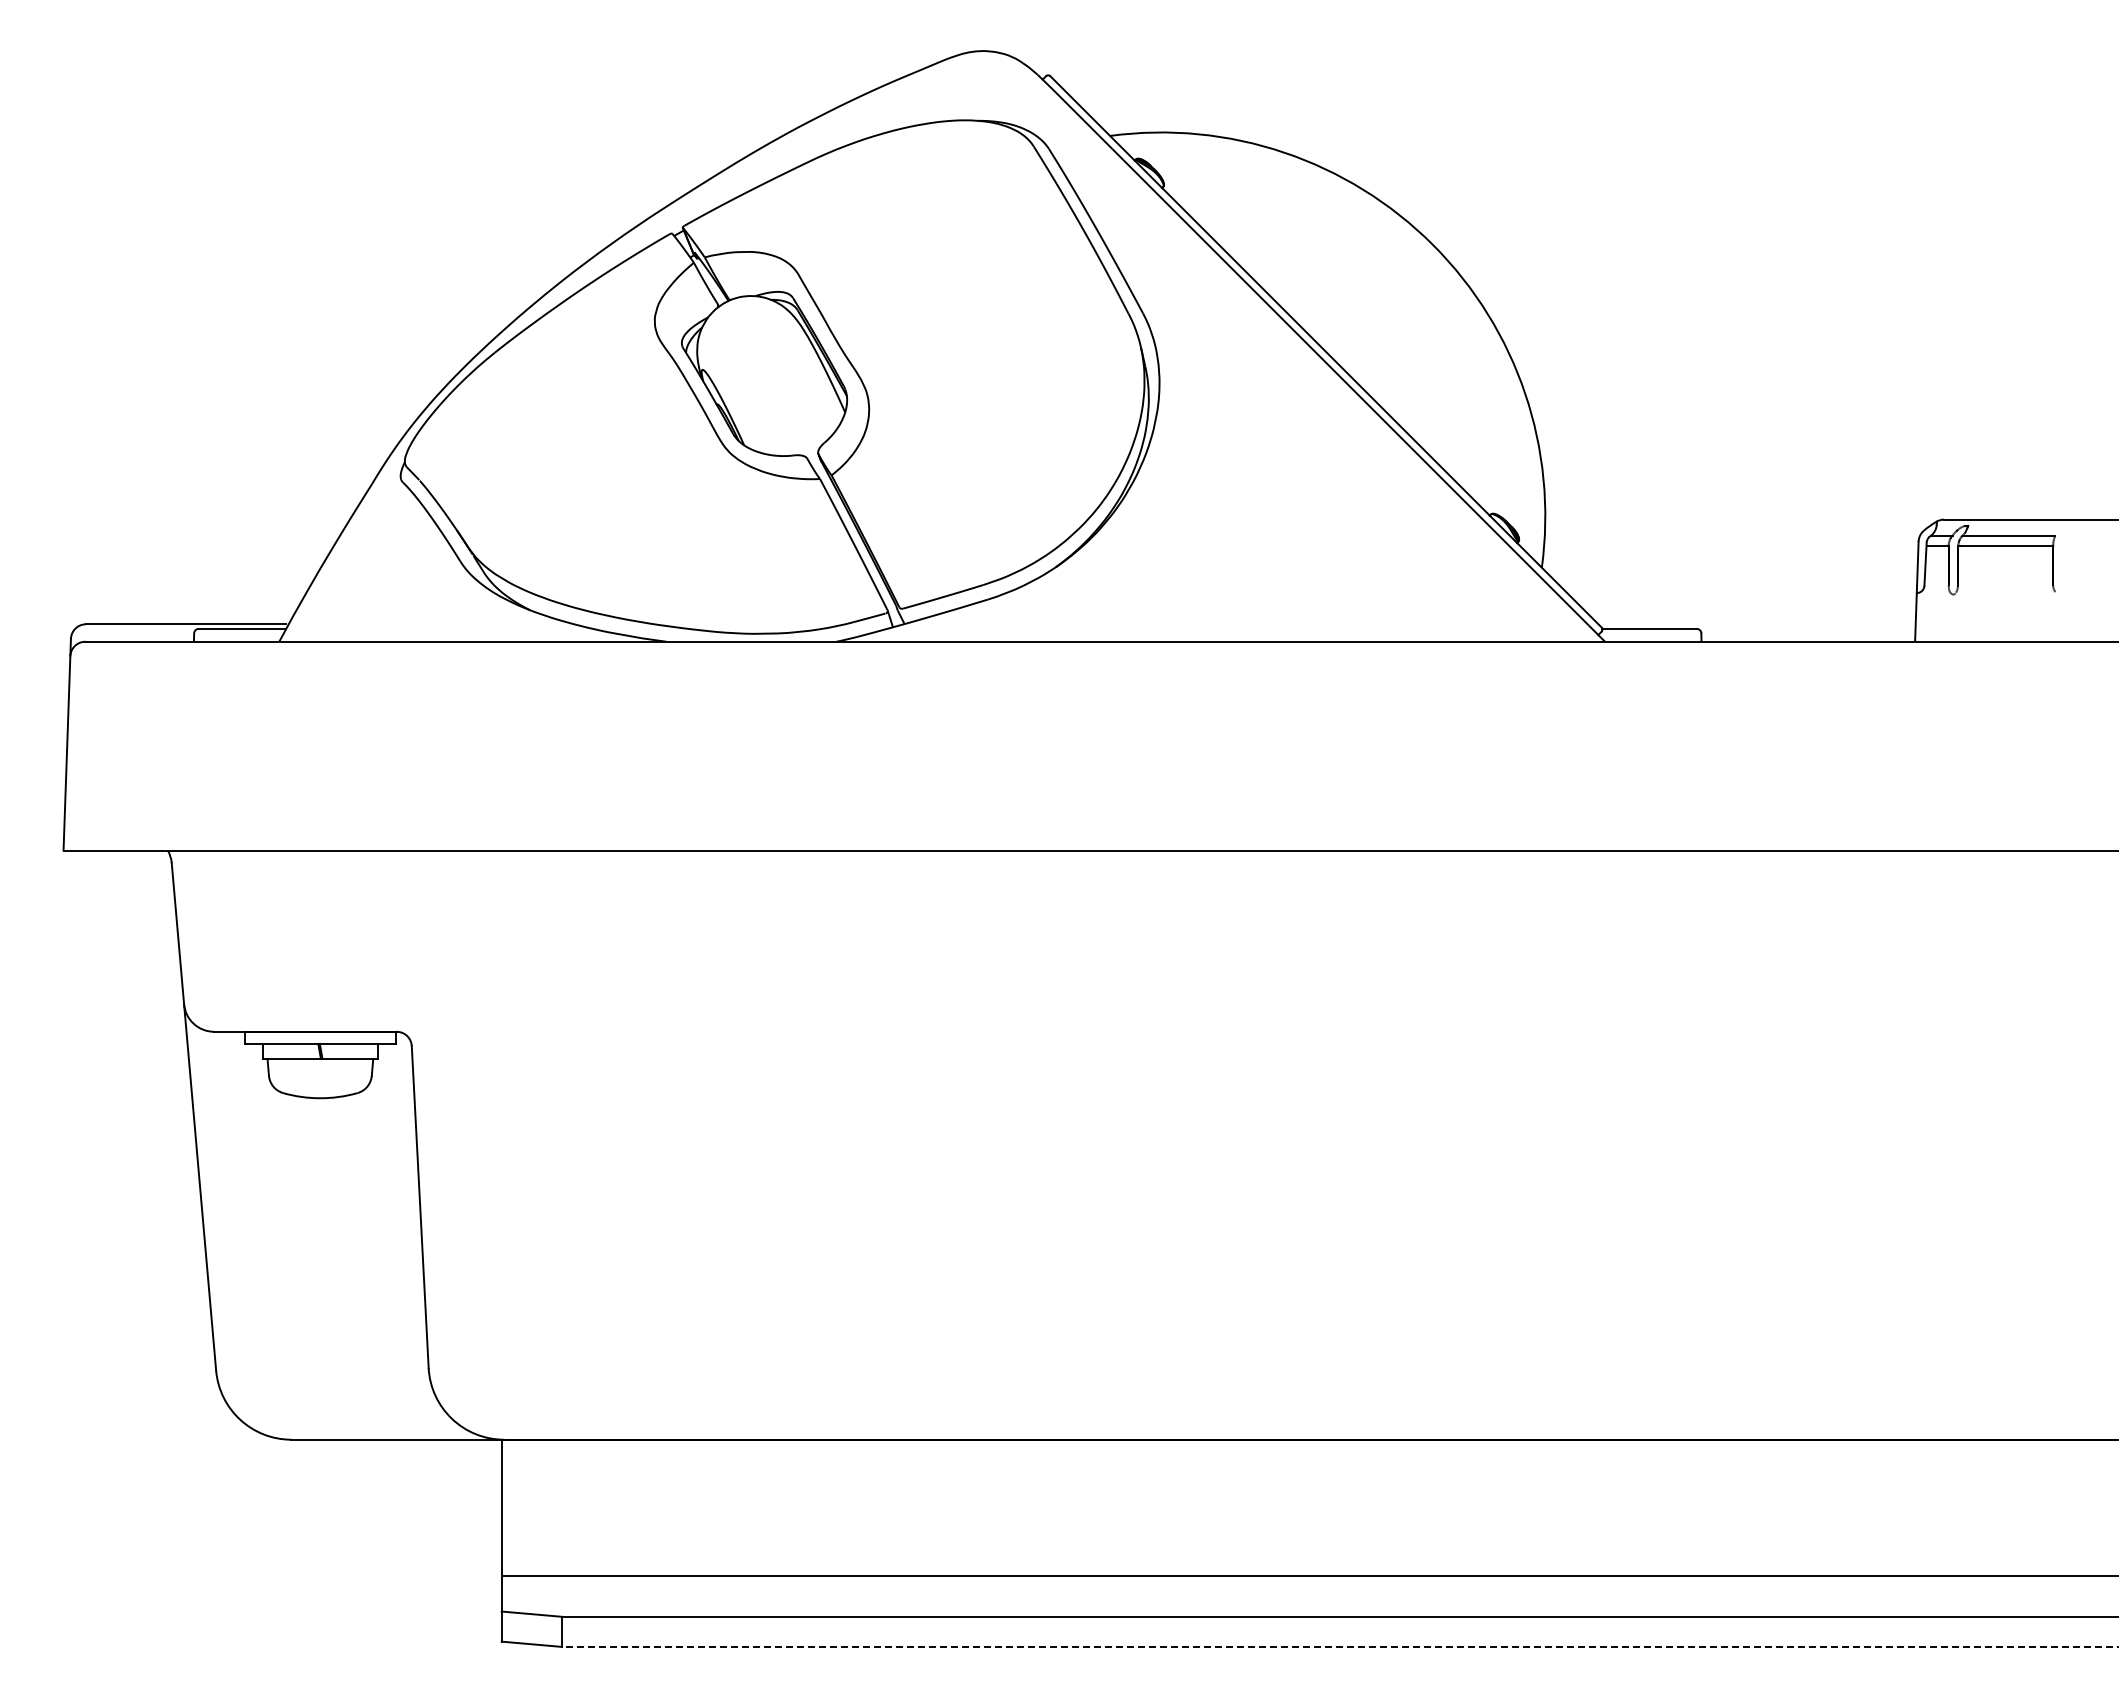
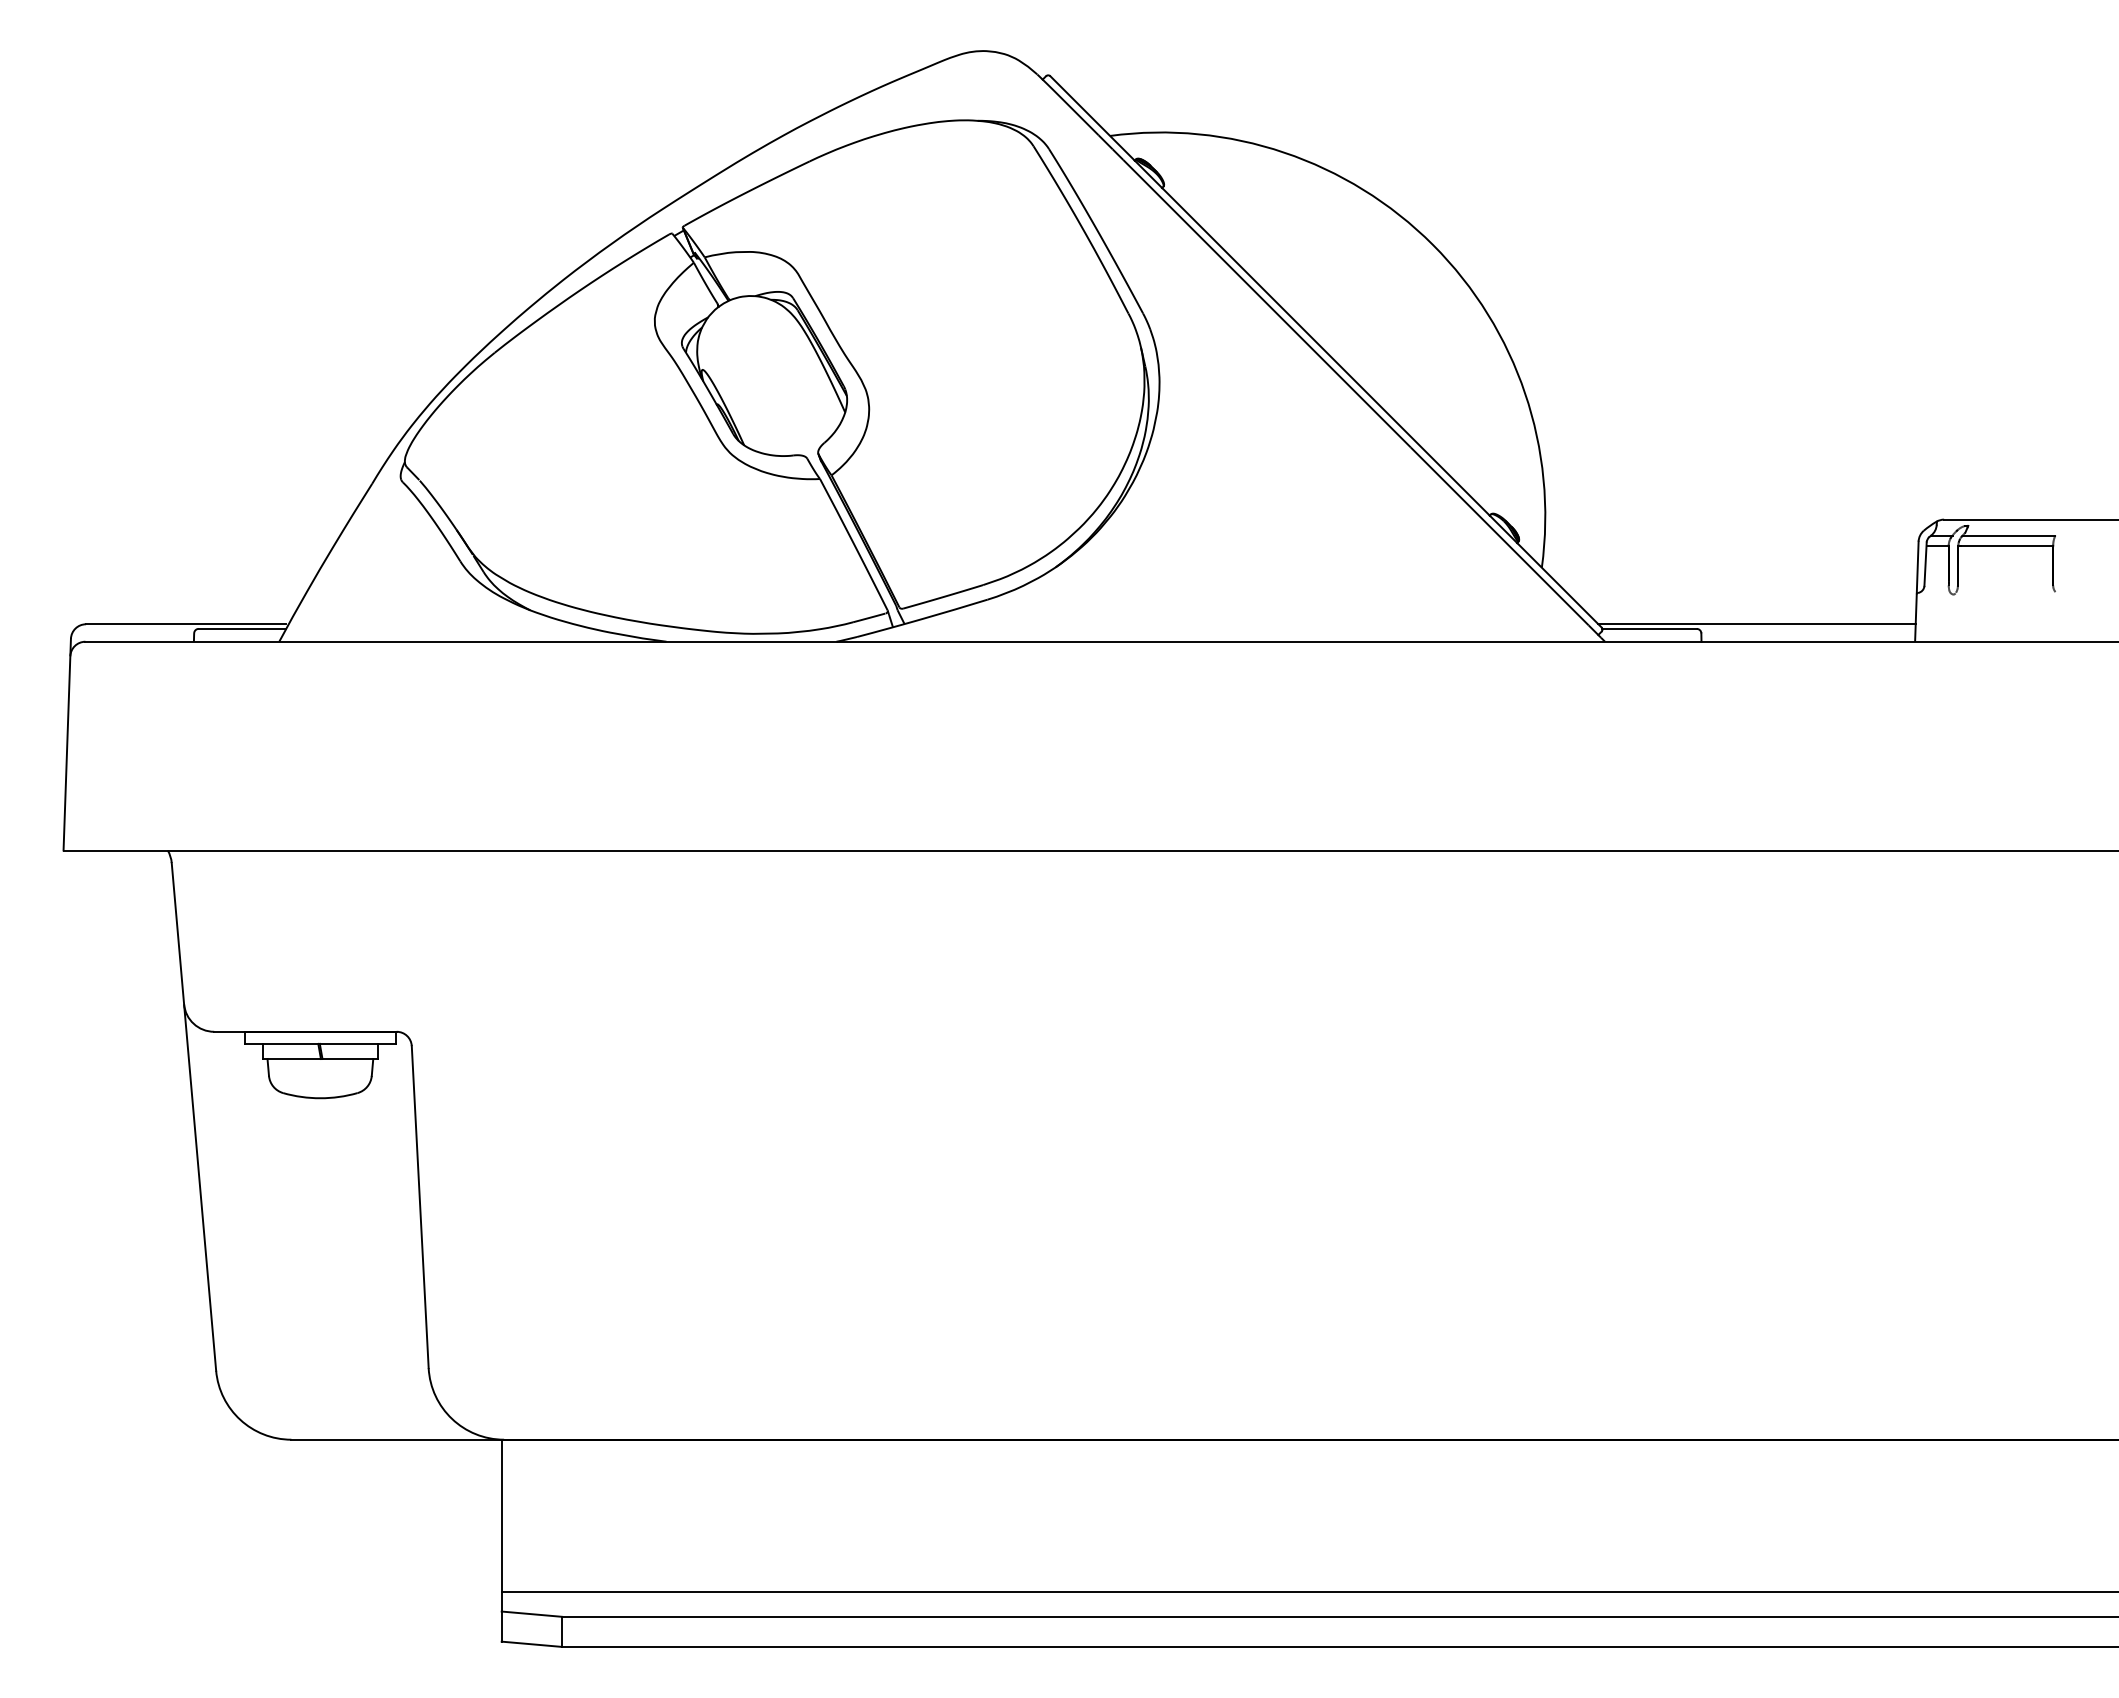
line at (1756, 624): none -> present
line at (1308, 1576) position: (1308, 1576) -> (1308, 1592)
line at (1340, 1646): dashed -> solid
